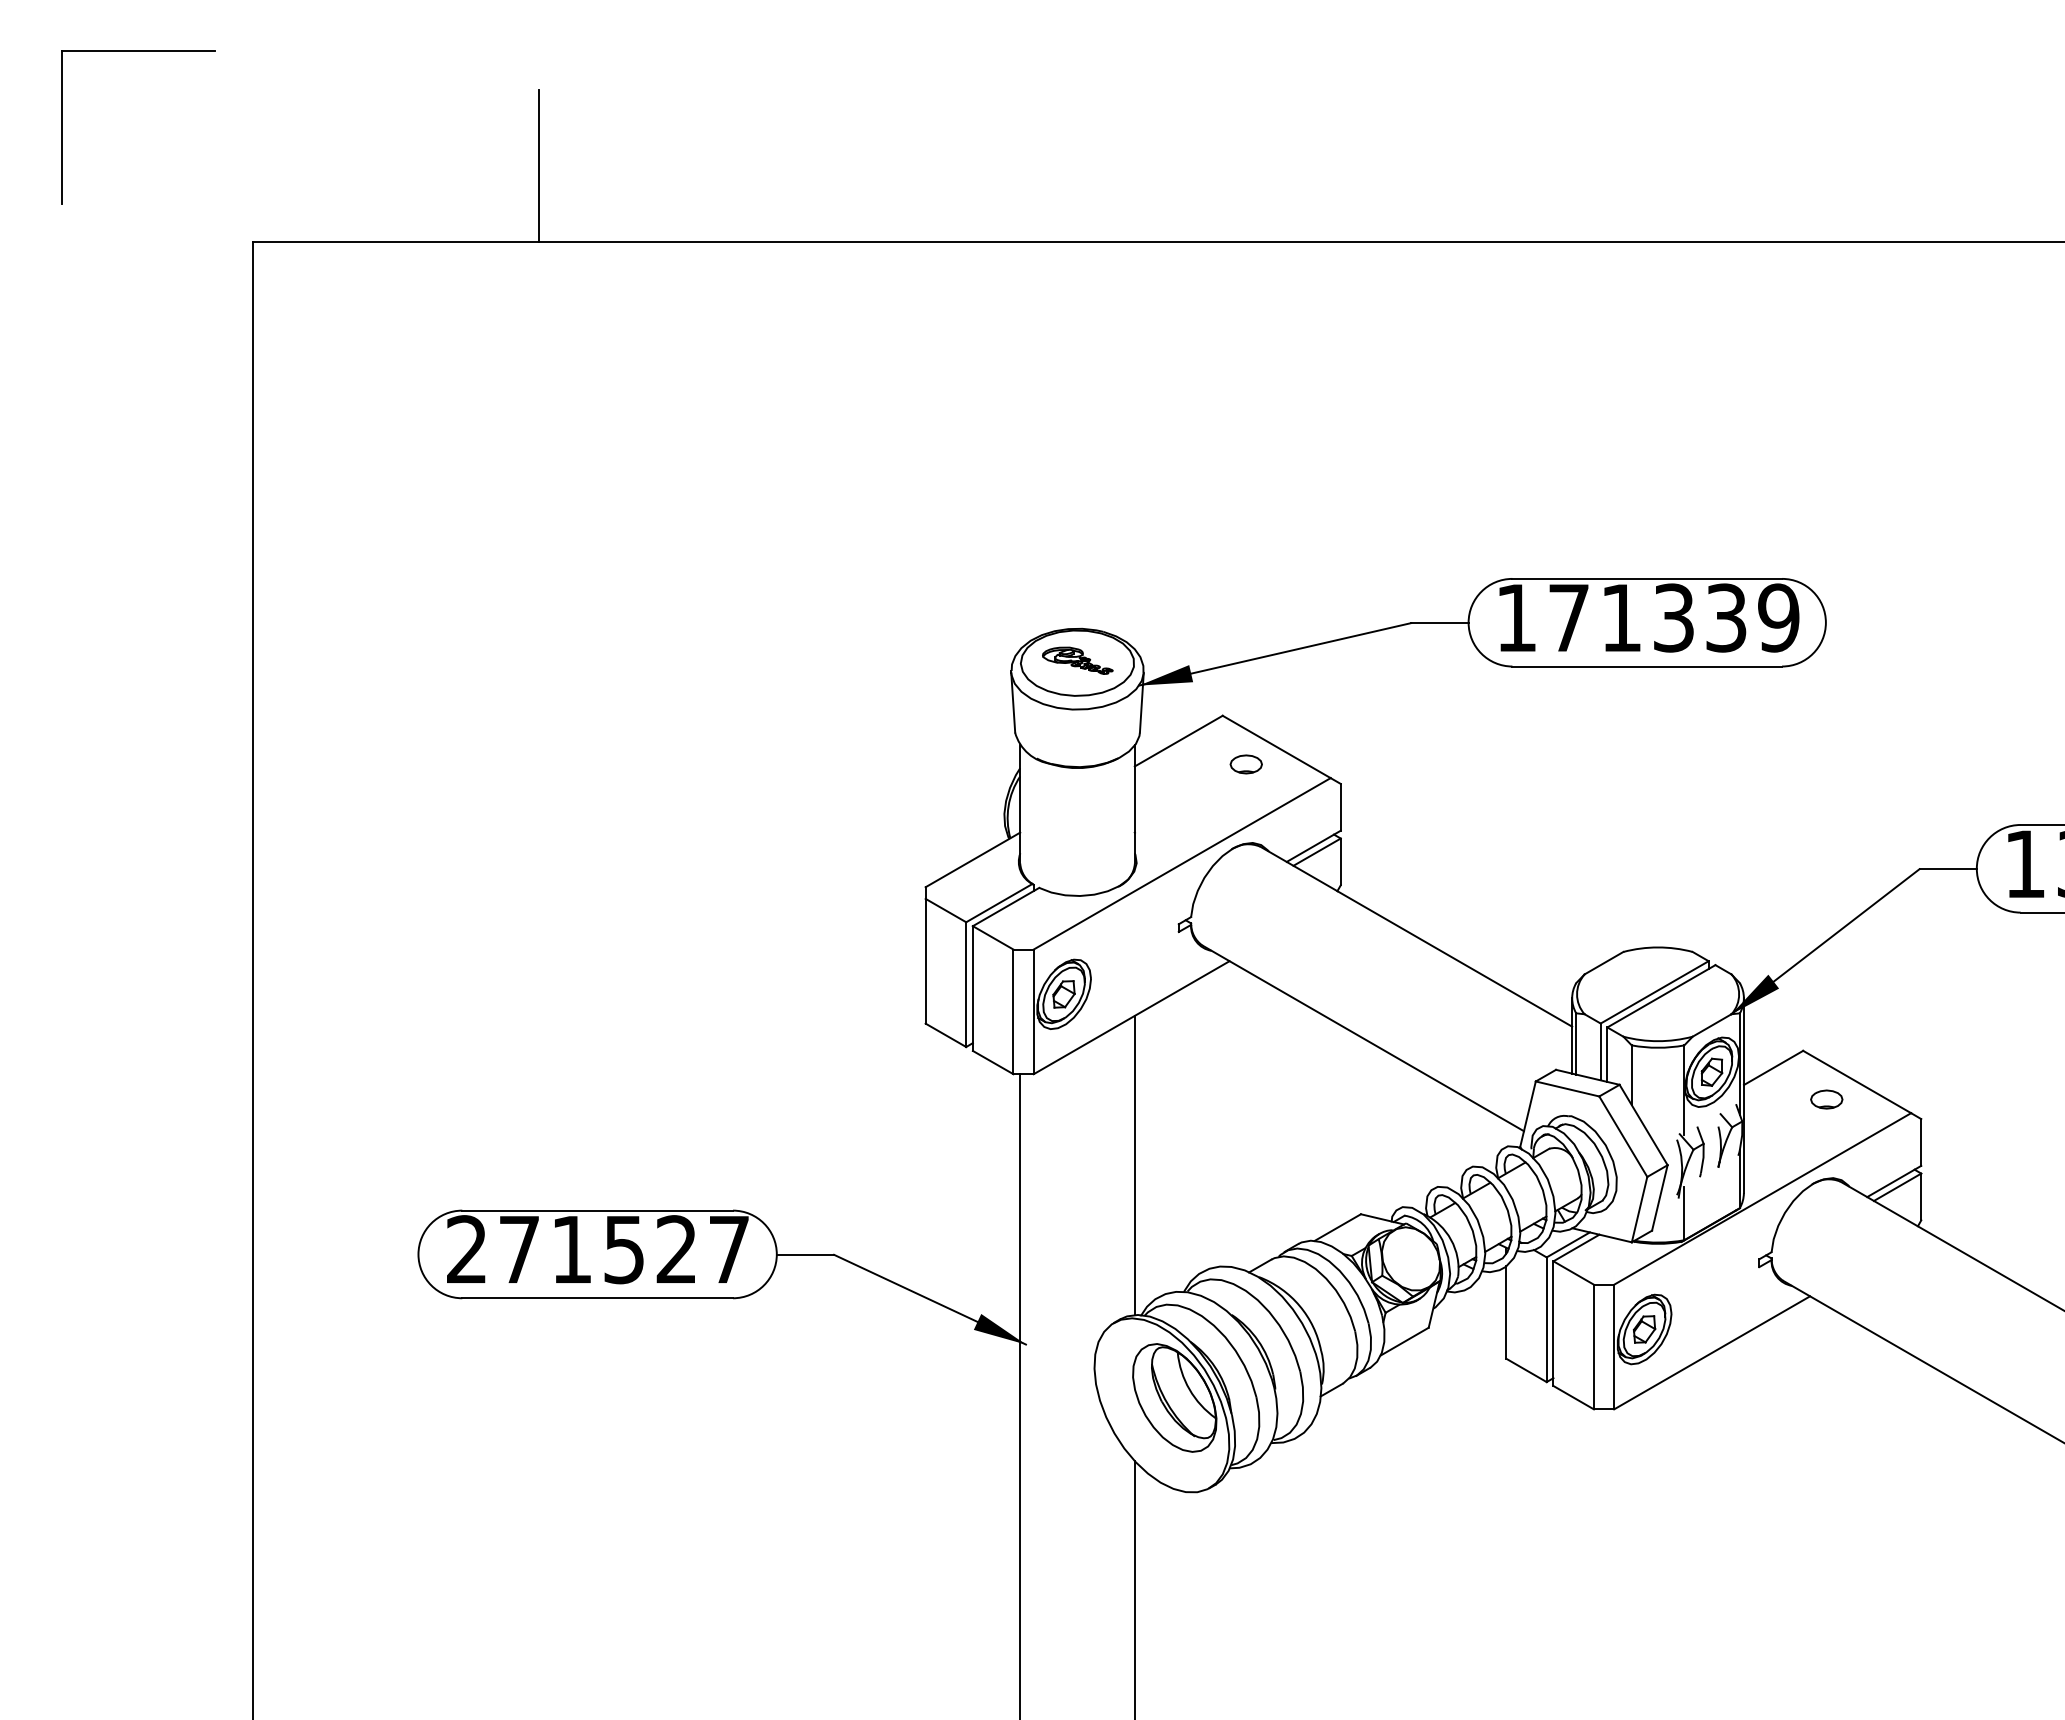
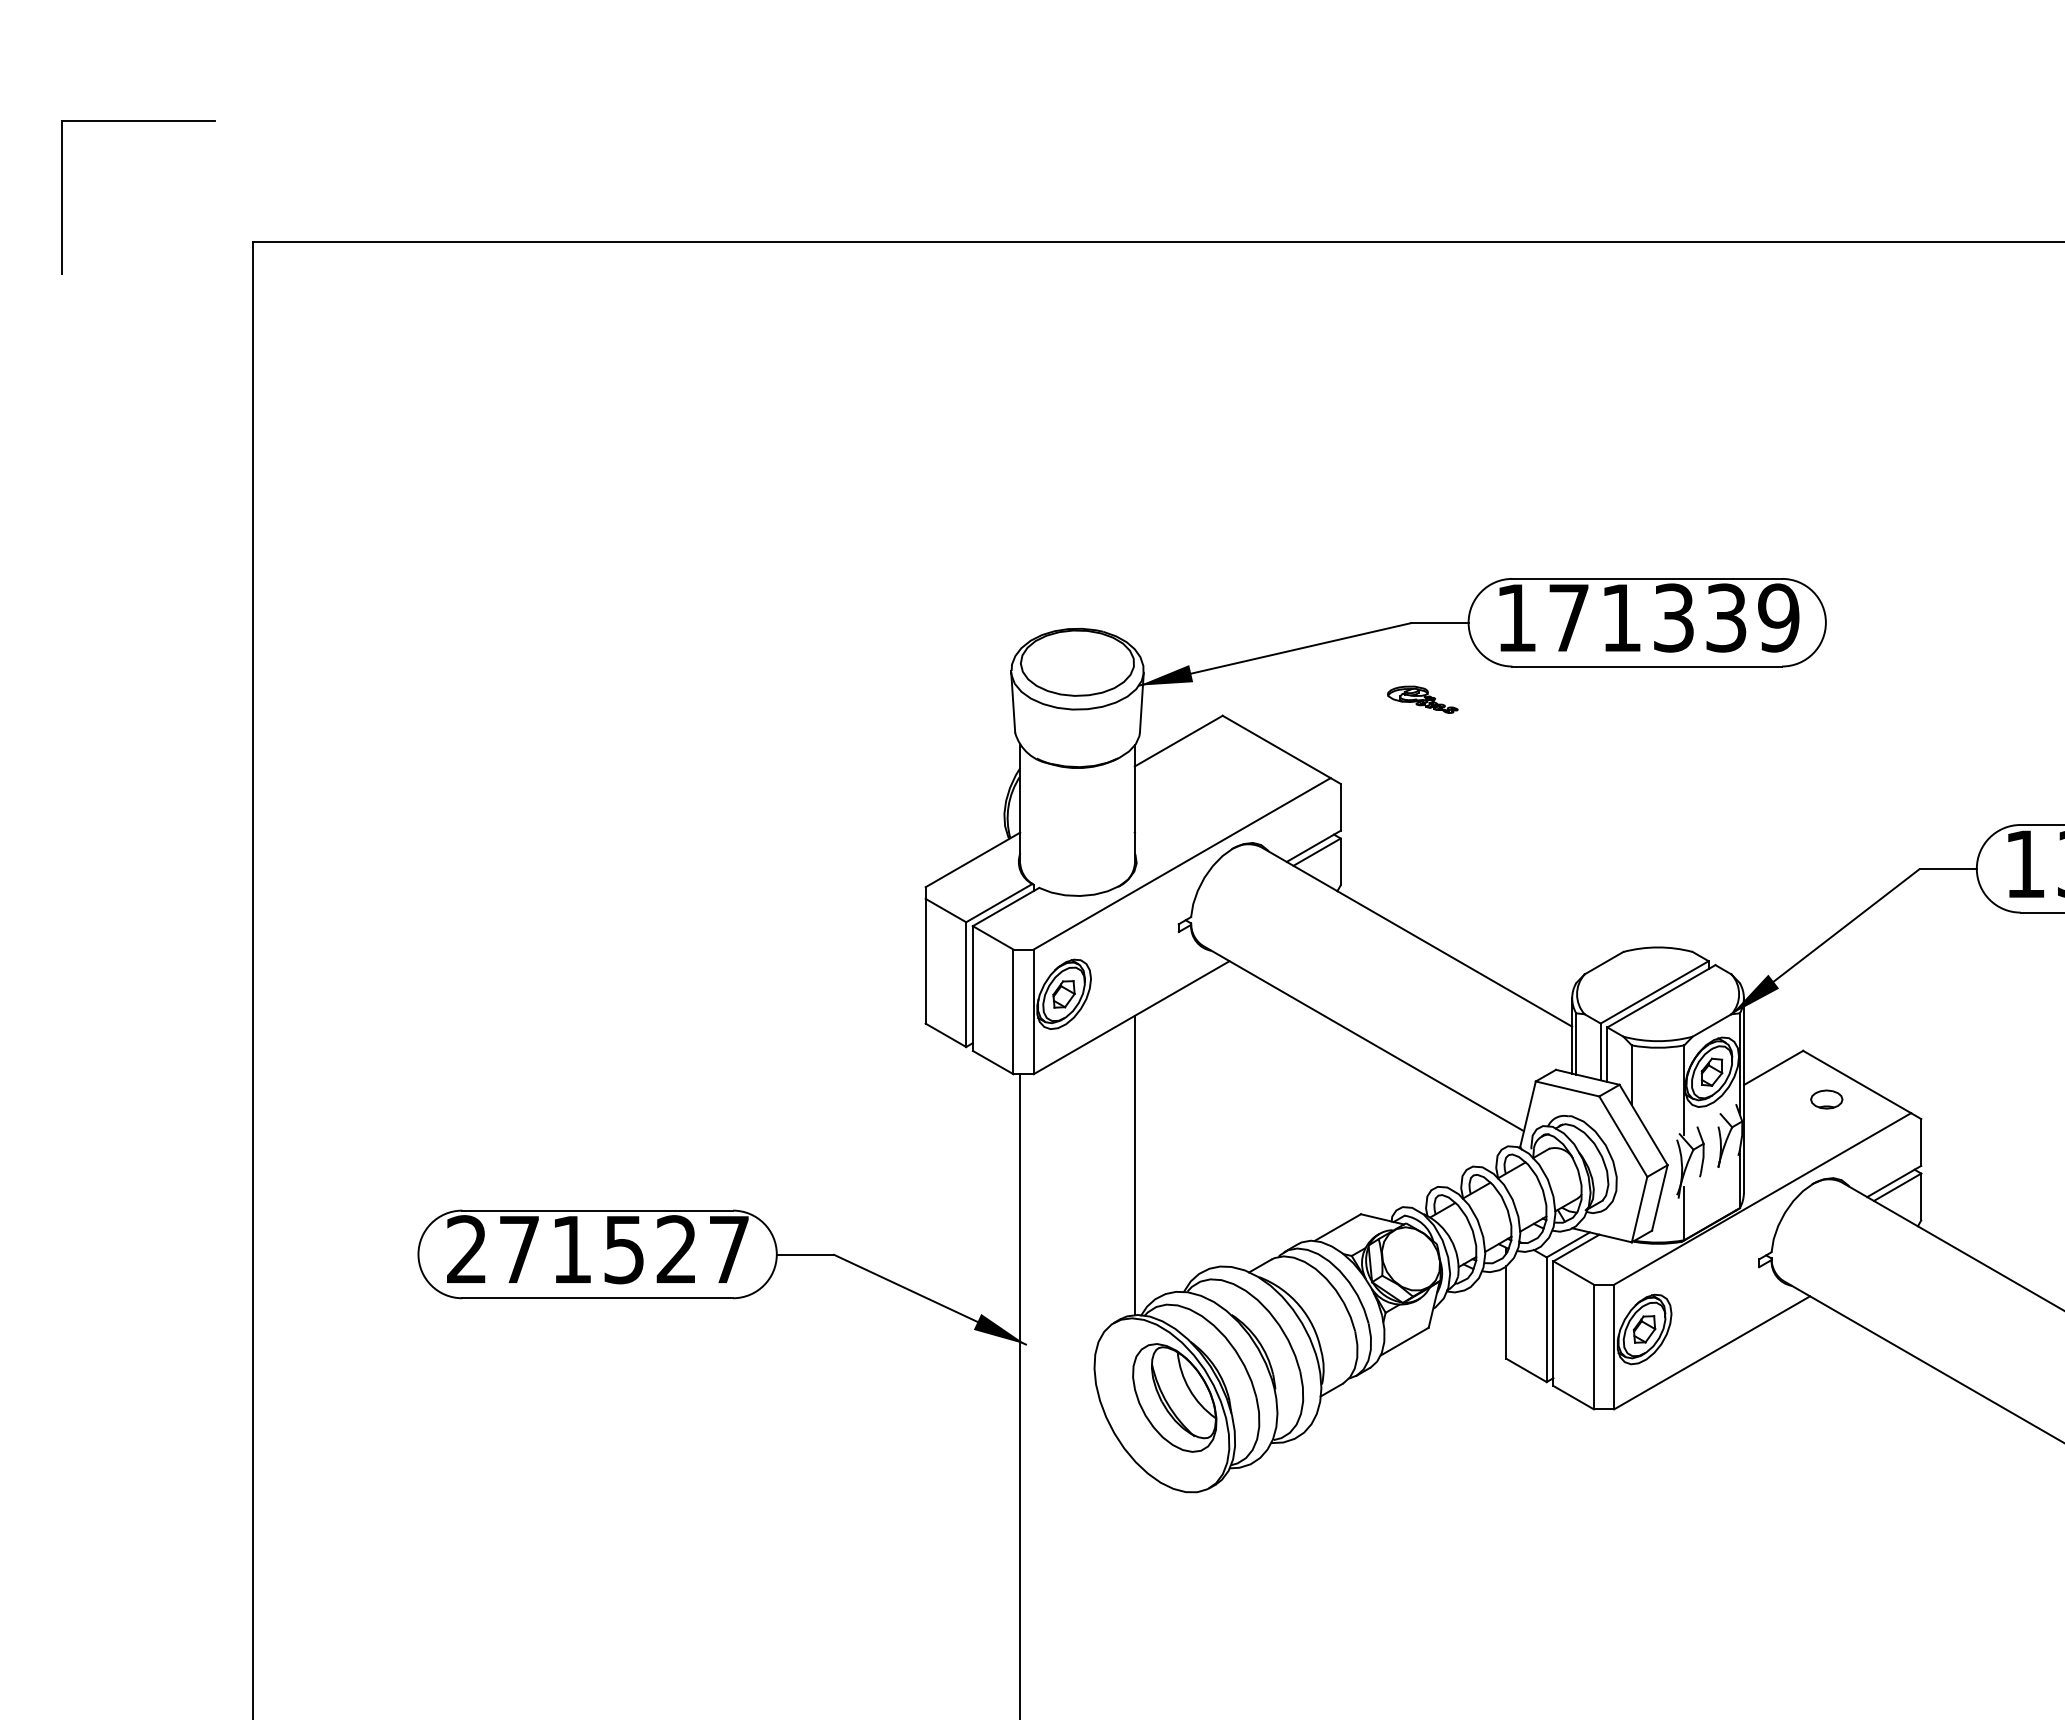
part at (138, 51) position: (138, 51) -> (138, 121)
line at (539, 165): present -> none
part at (1077, 660) position: (1077, 660) -> (1422, 699)
part at (1245, 764): present -> none
line at (1134, 1588): present -> none
